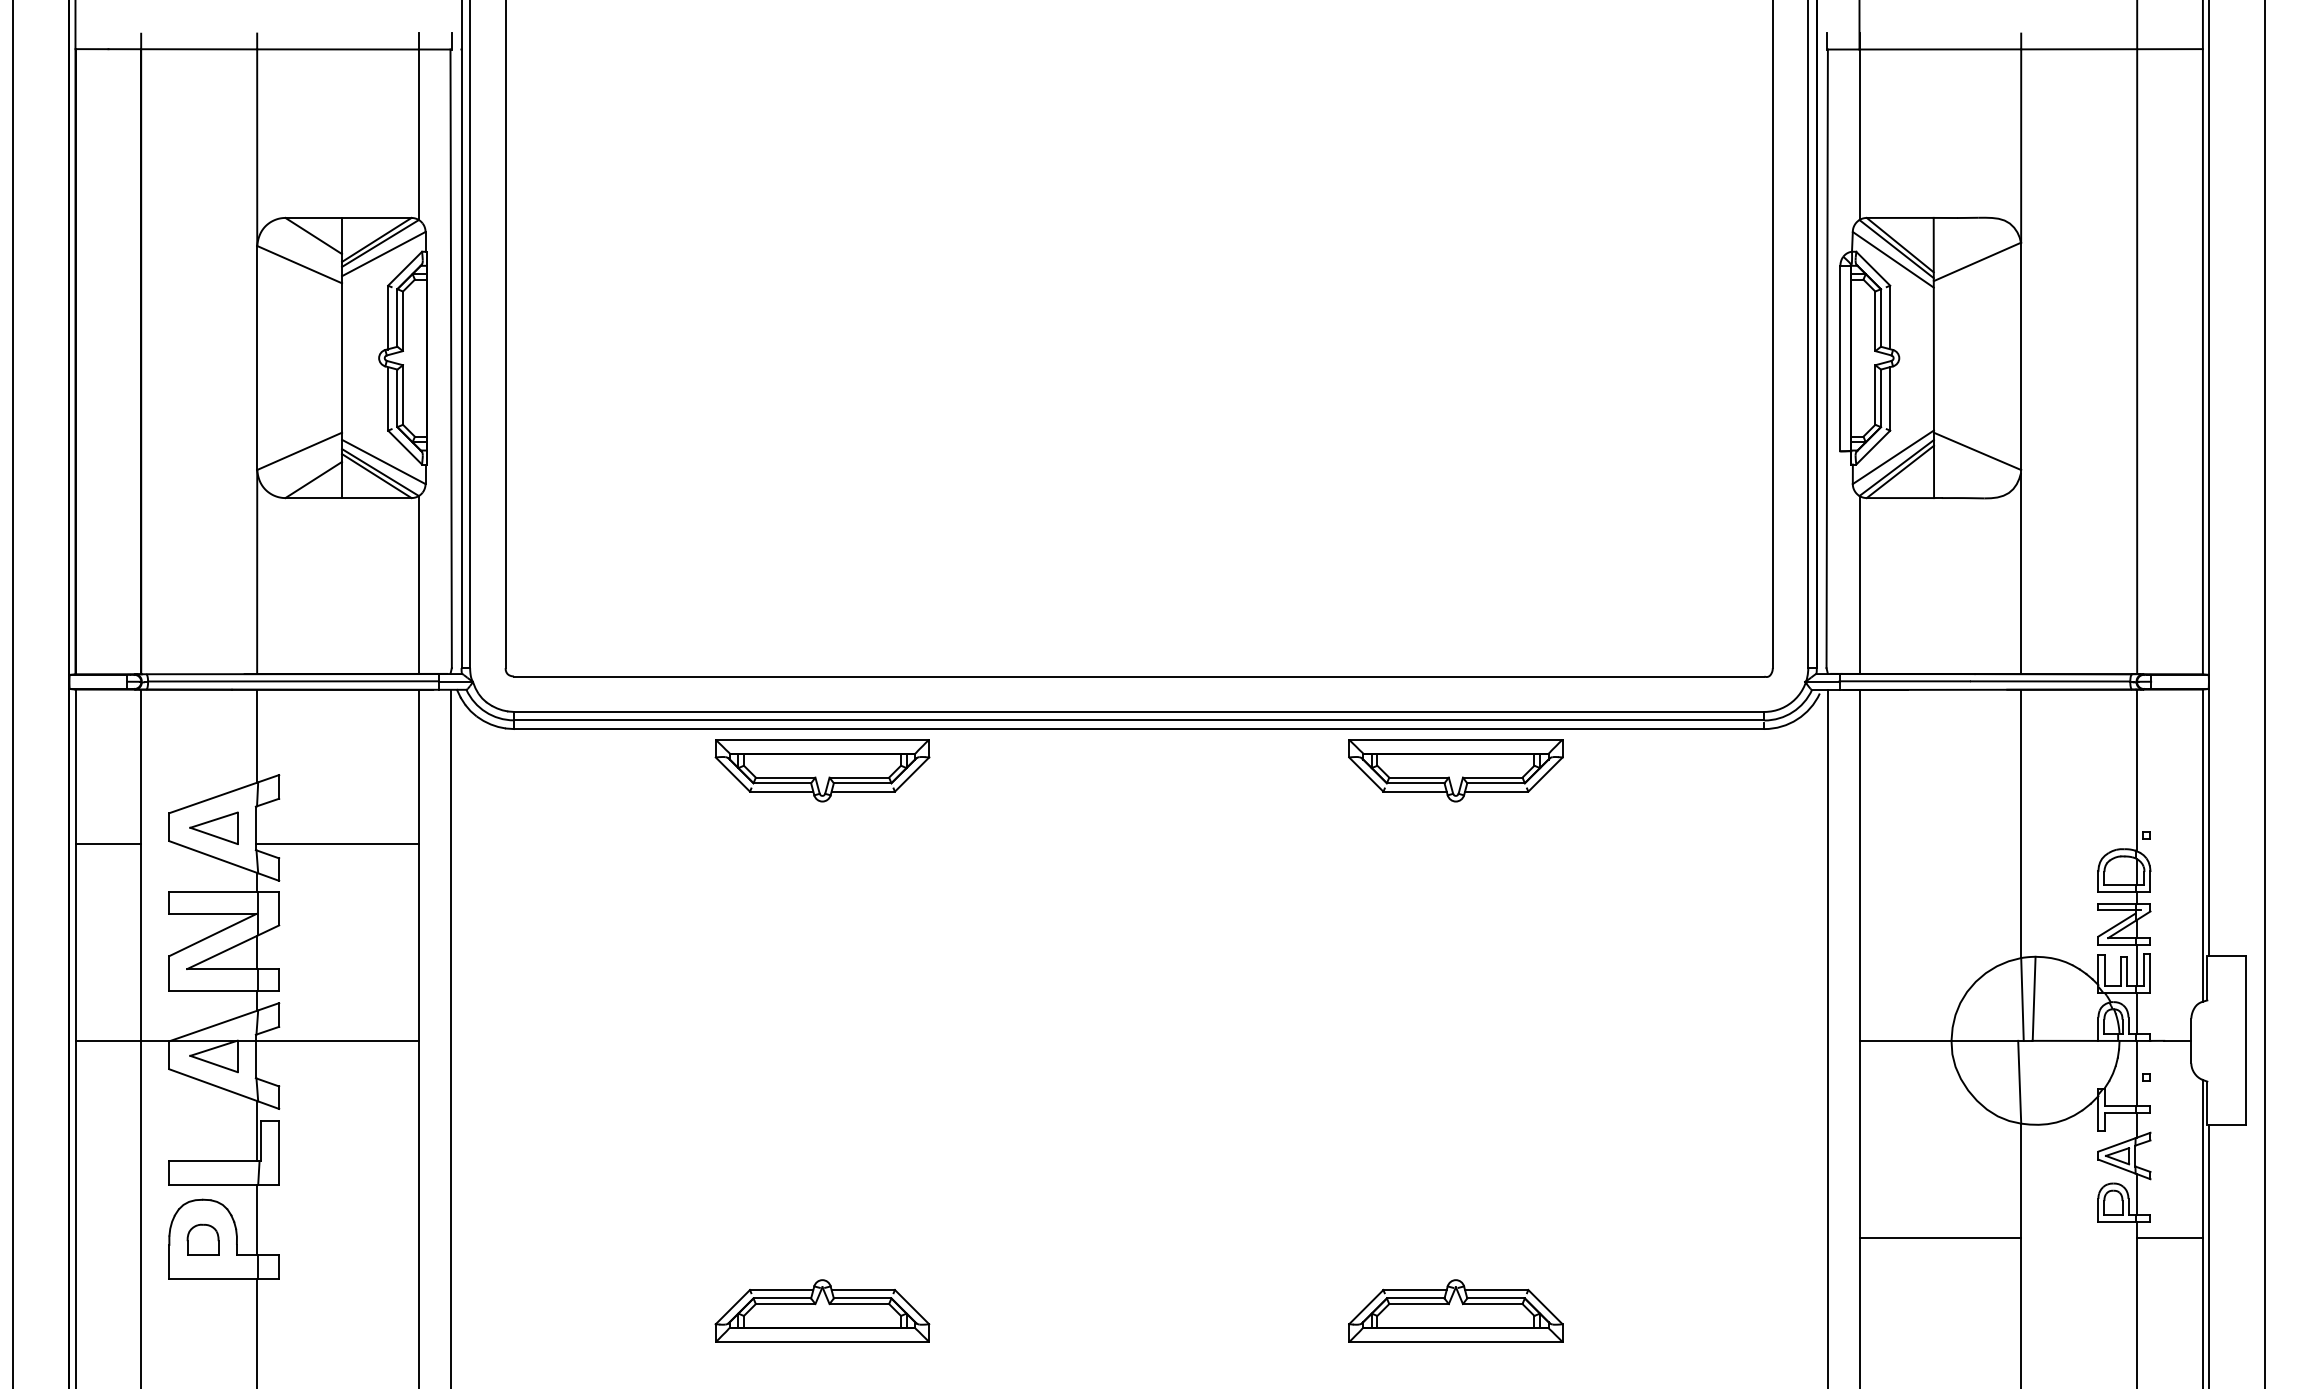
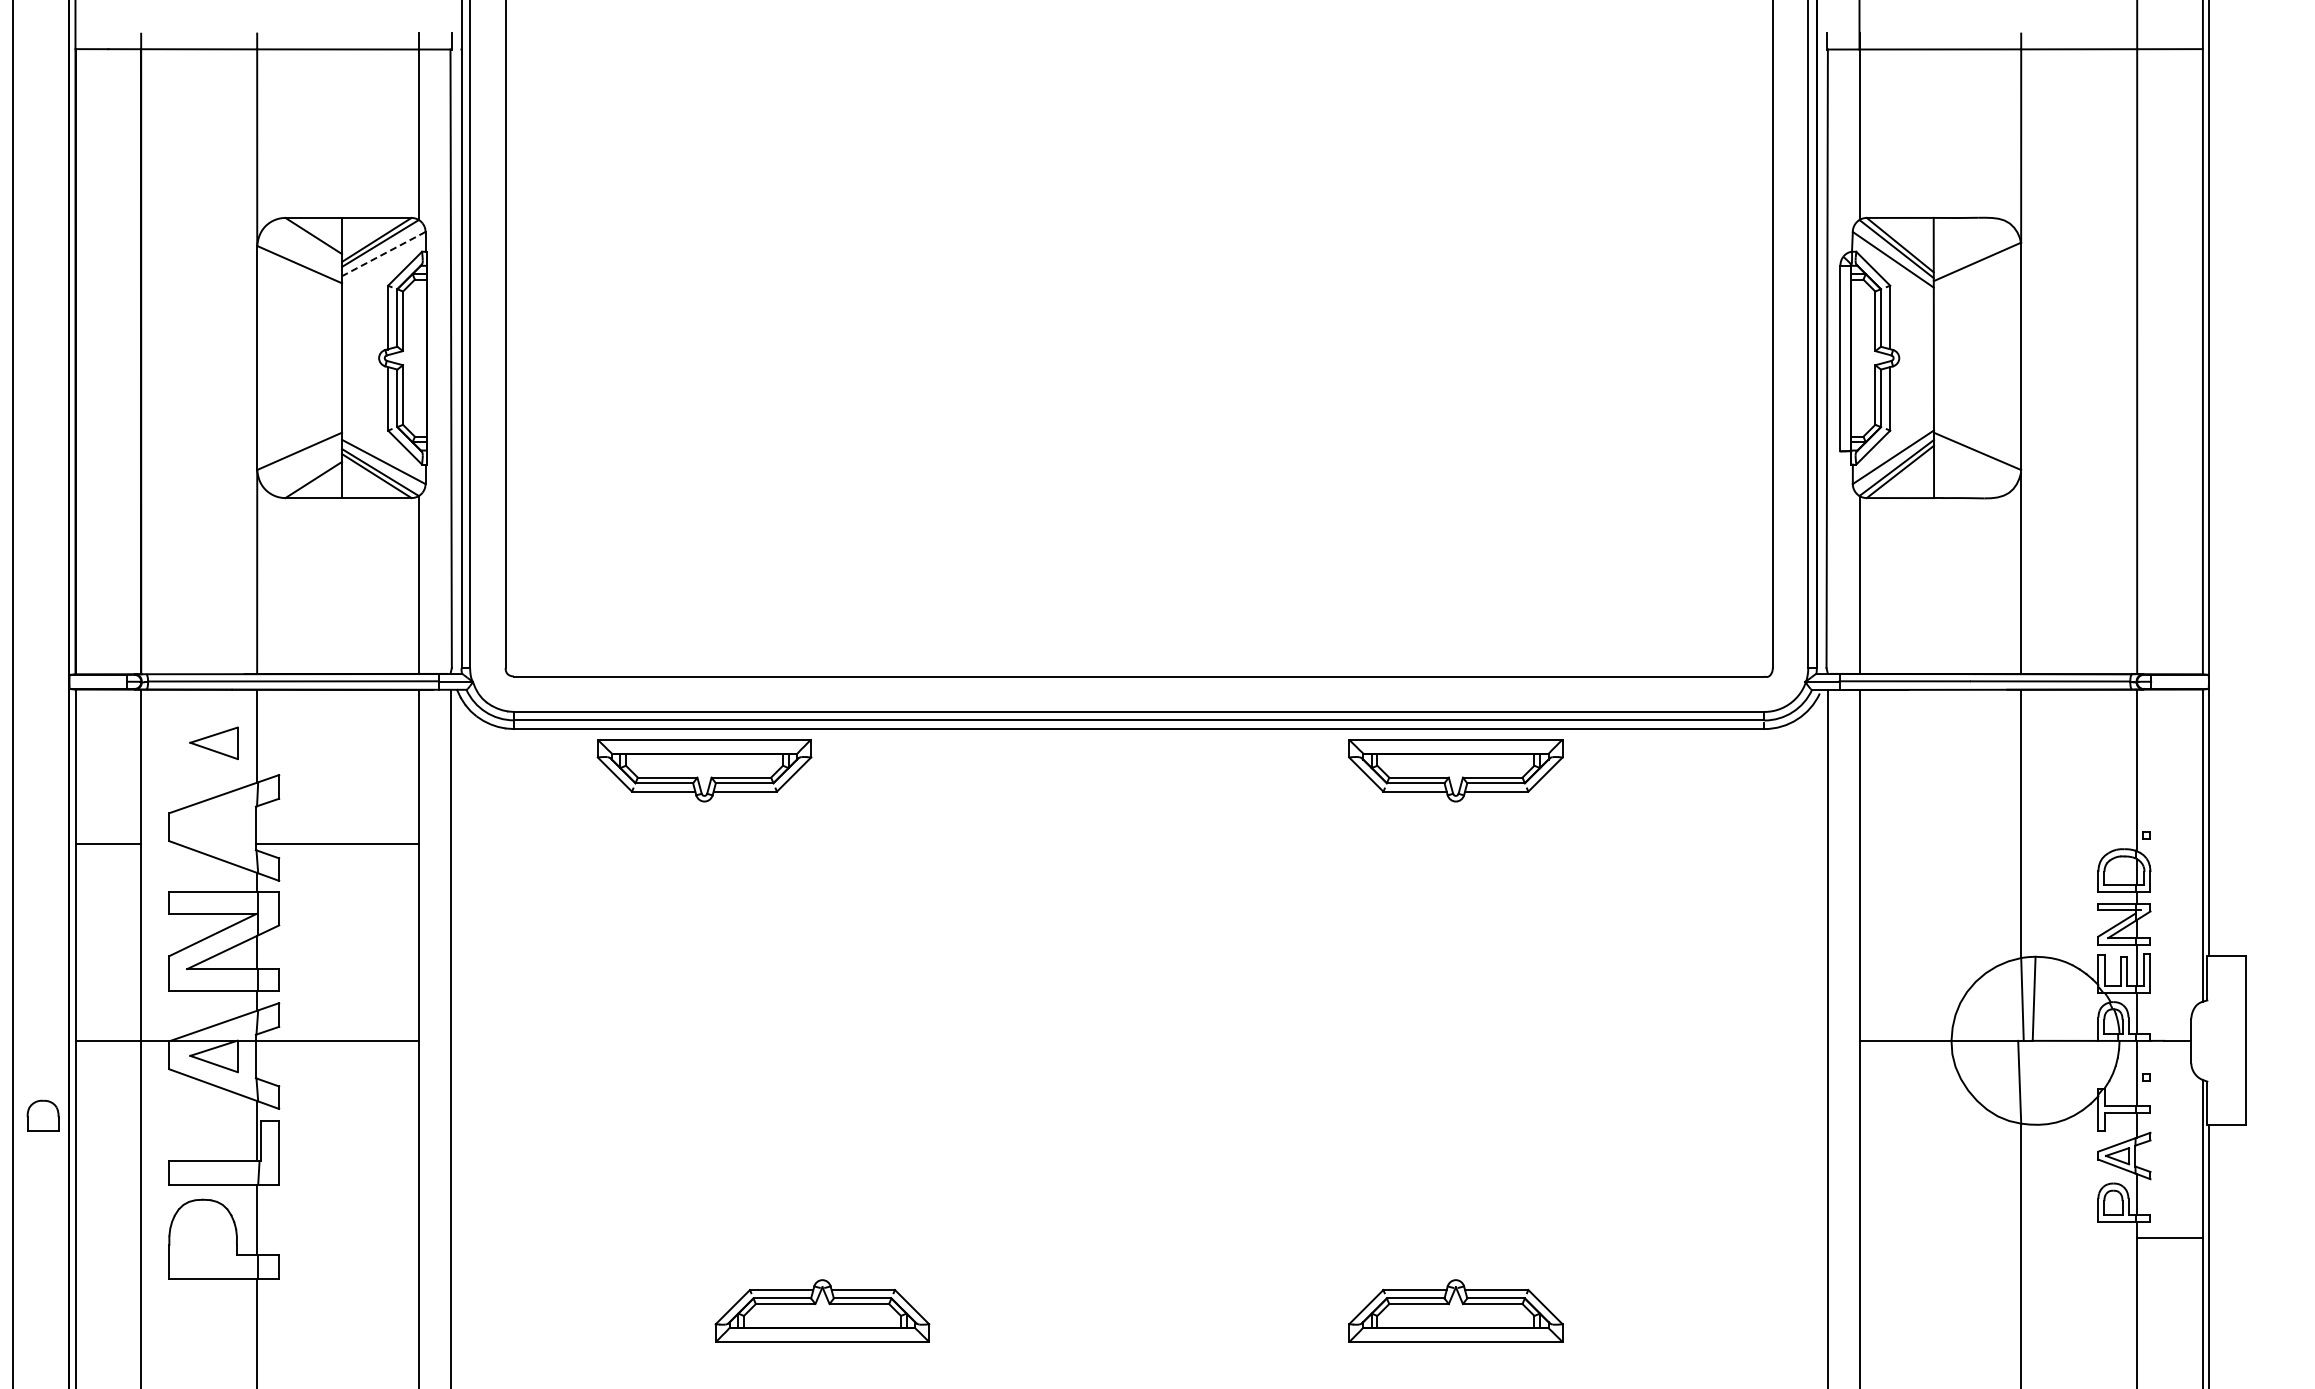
line at (383, 254): solid -> dashed
line at (2265, 693): present -> none
part at (822, 770) position: (822, 770) -> (704, 770)
part at (213, 827) position: (213, 827) -> (213, 742)
line at (1940, 1237): present -> none
part at (202, 1239) position: (202, 1239) -> (42, 1115)
